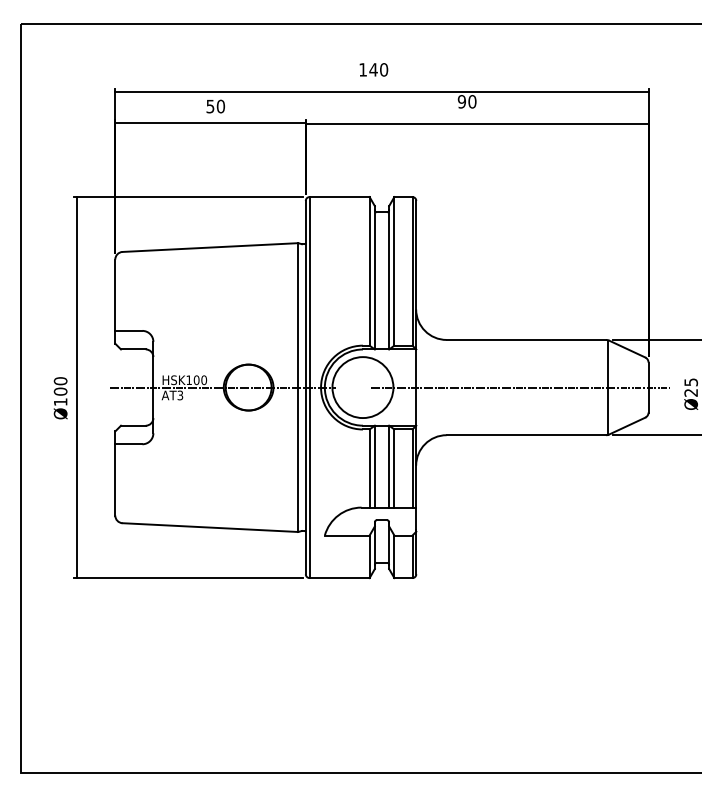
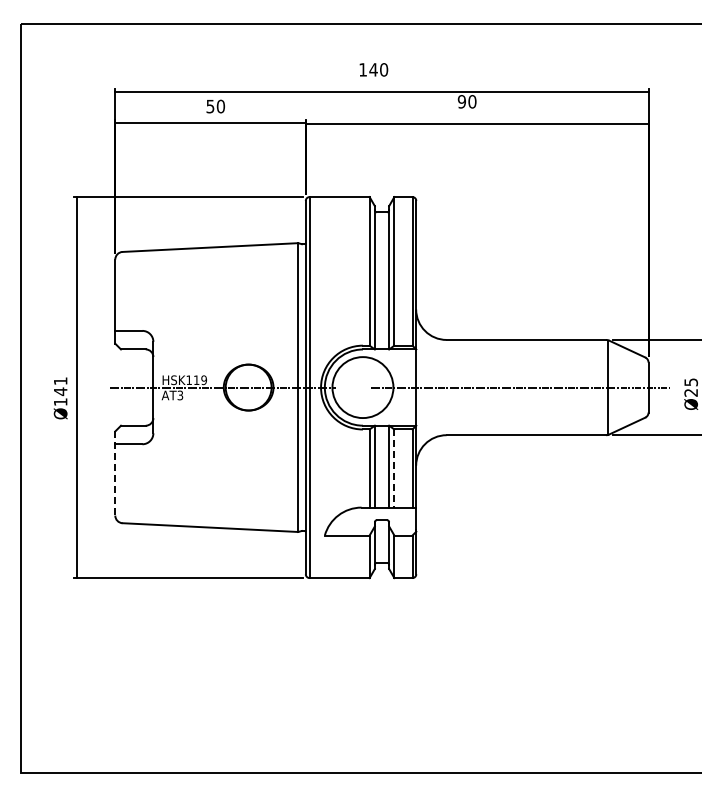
text at (199, 380): HSK100 -> HSK119
text at (60, 386): Ø100 -> Ø141
line at (394, 469): solid -> dashed
line at (115, 474): solid -> dashed
